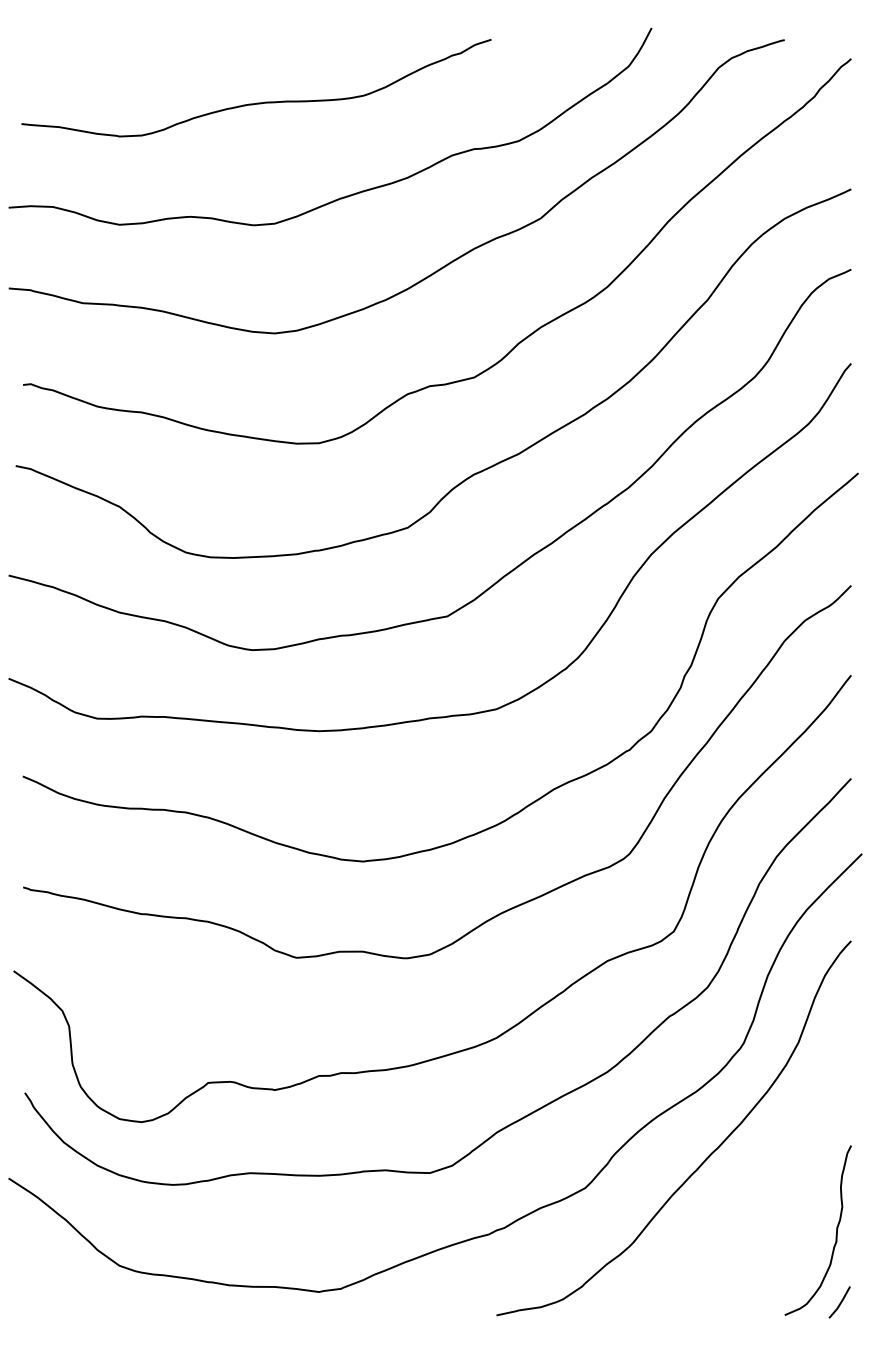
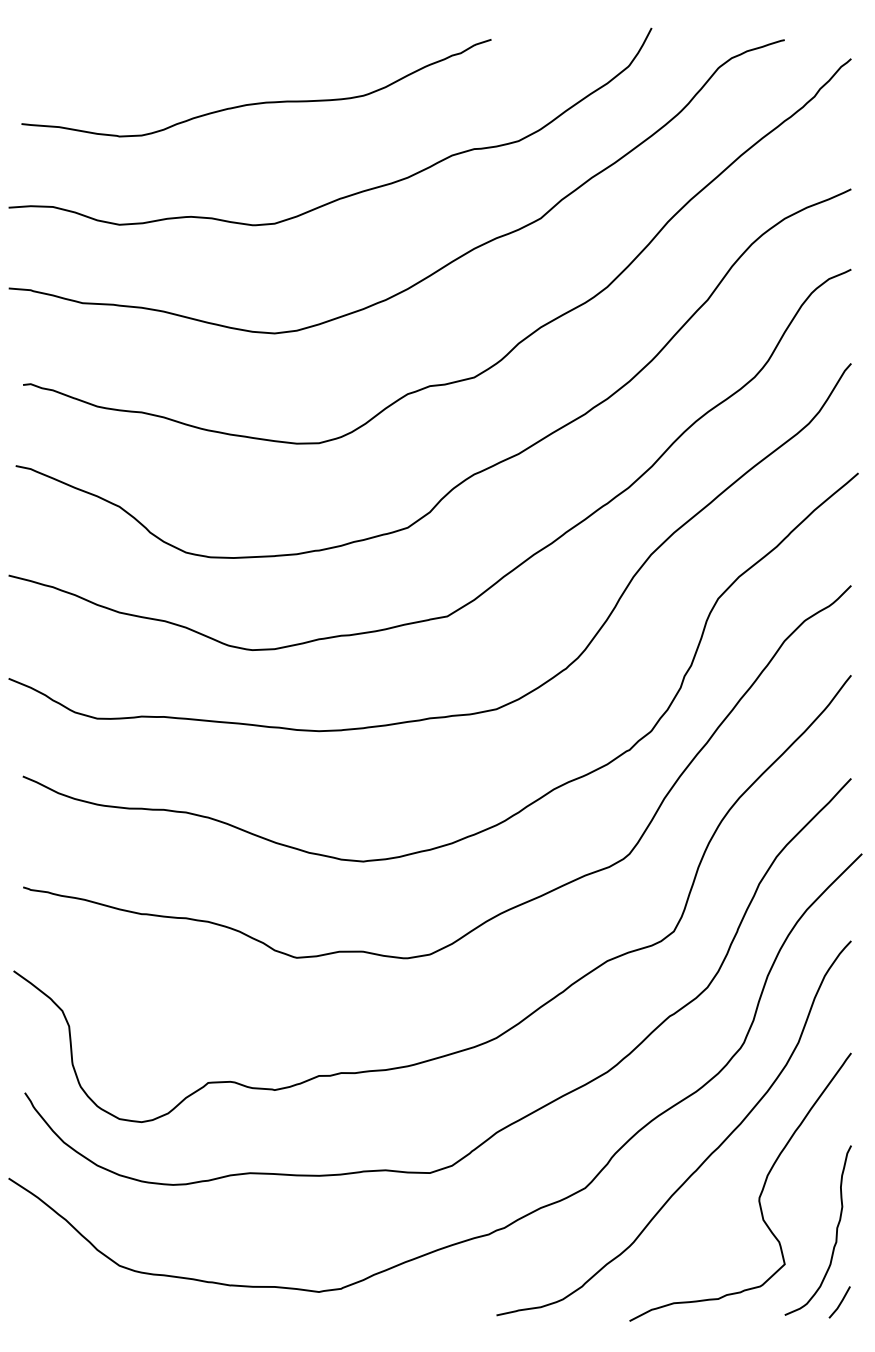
curve at (759, 1194): none -> present
